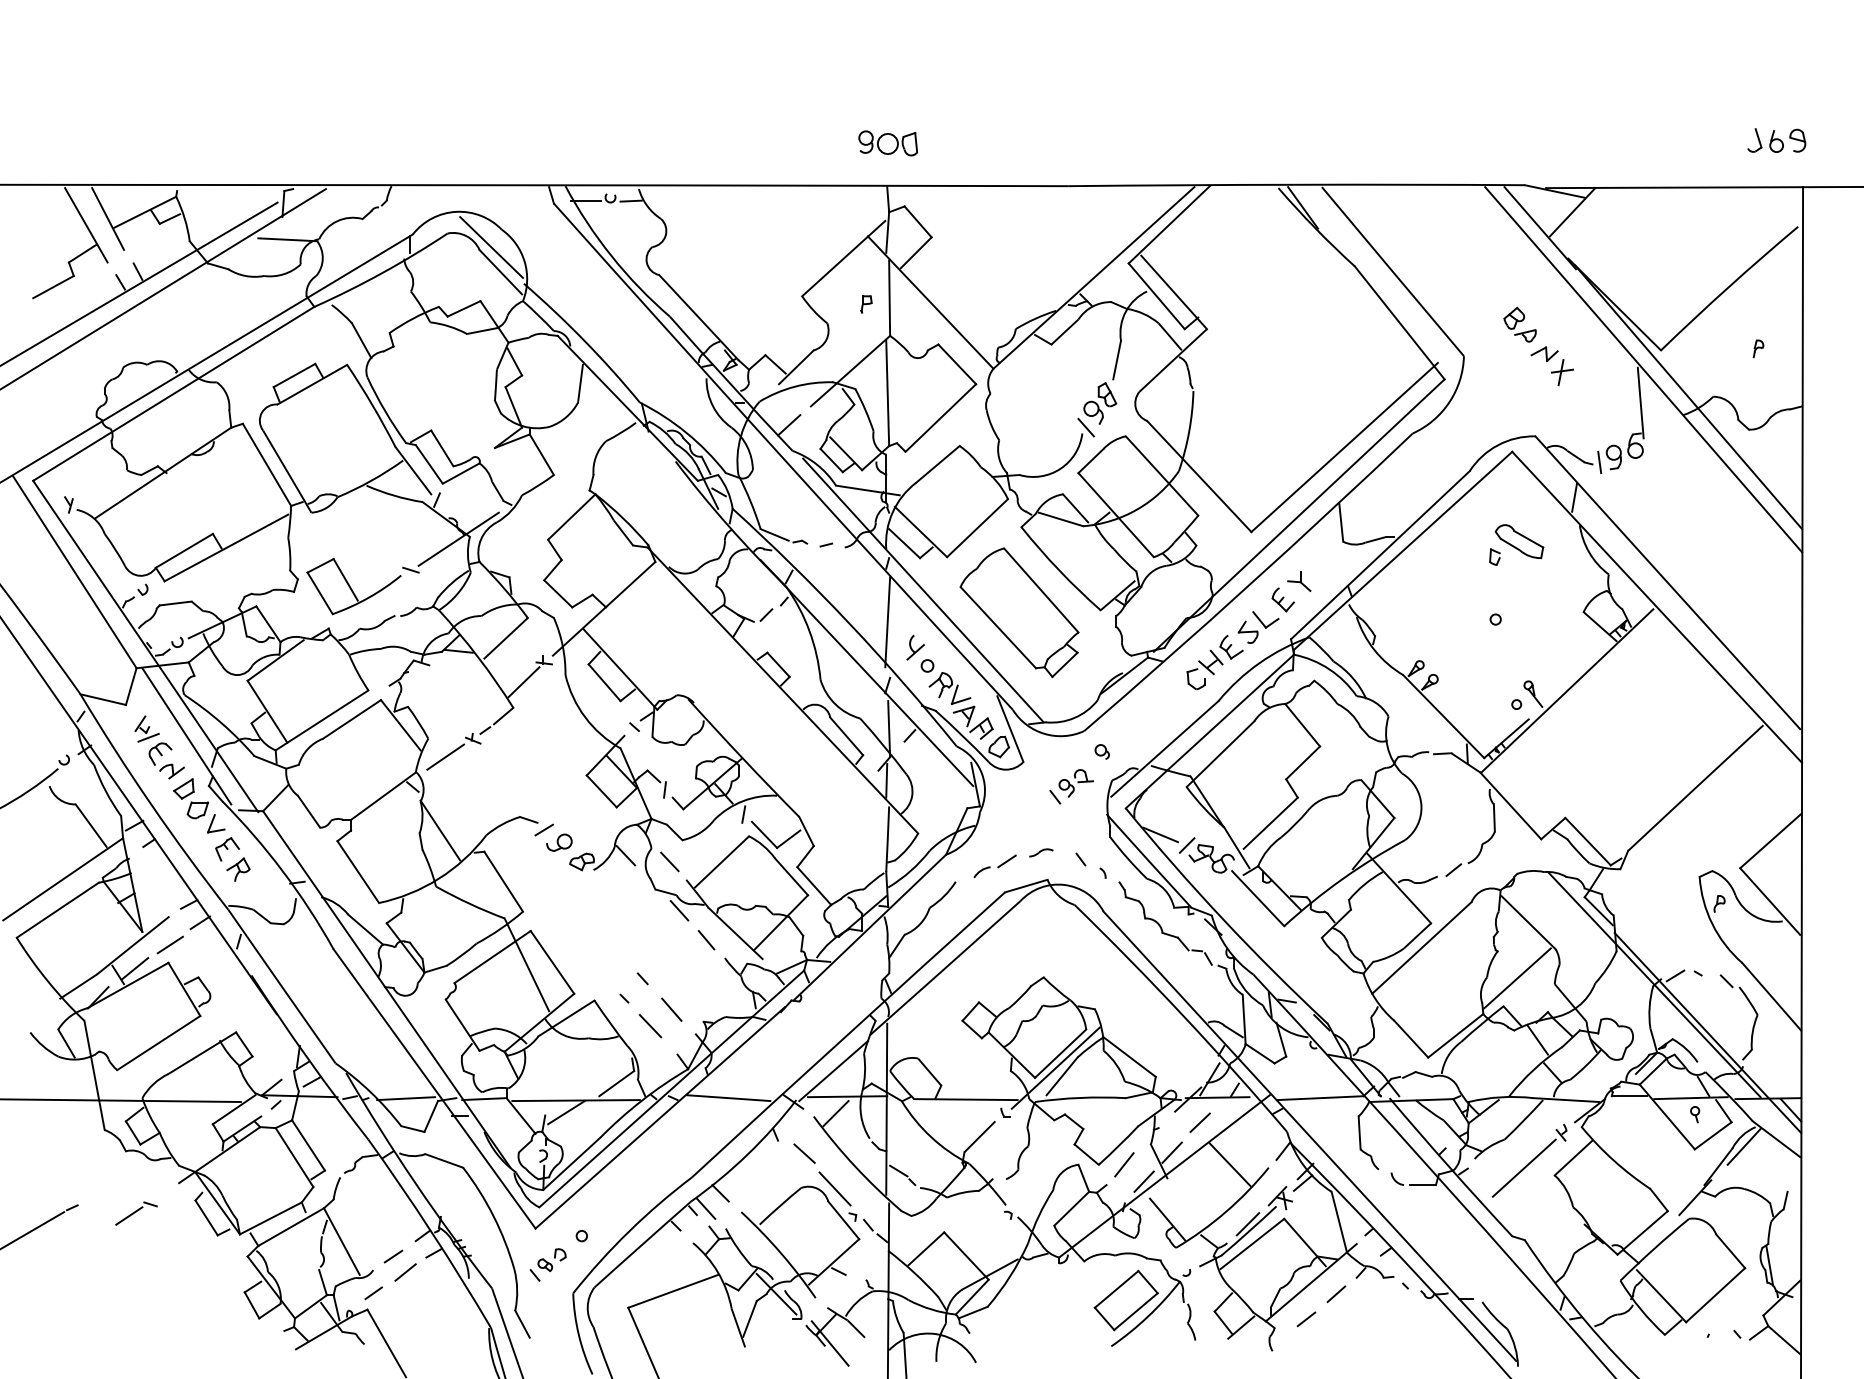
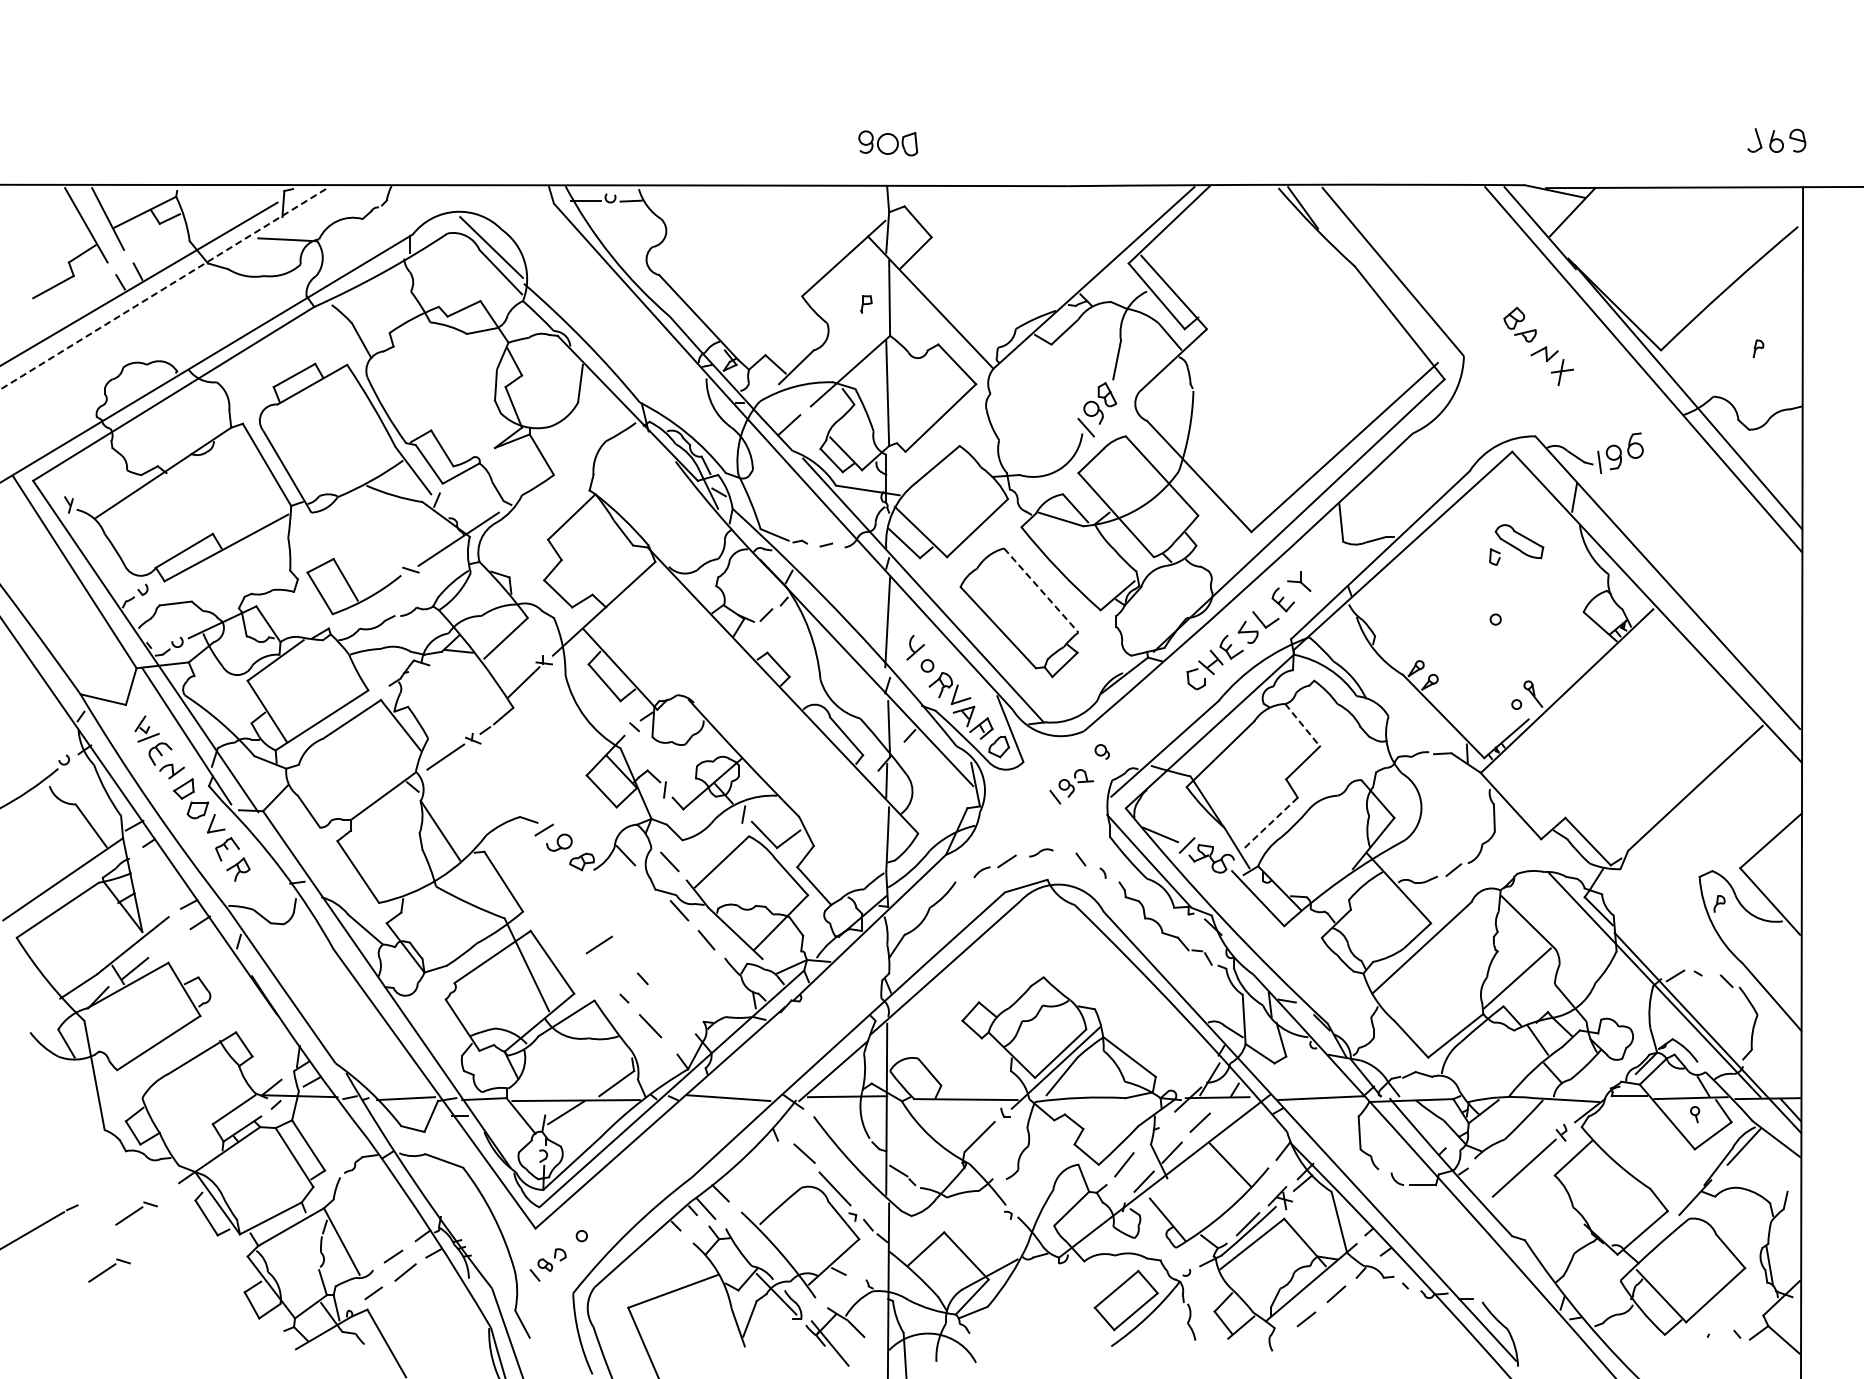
line at (162, 289): solid -> dashed
line at (1640, 402): present -> none
line at (1041, 590): solid -> dashed
line at (1302, 725): solid -> dashed
line at (1270, 823): solid -> dashed
line at (169, 944) position: (169, 944) -> (598, 944)
line at (671, 1009): present -> none
line at (121, 1100): present -> none
line at (835, 1113): present -> none
part at (109, 1270): none -> present
